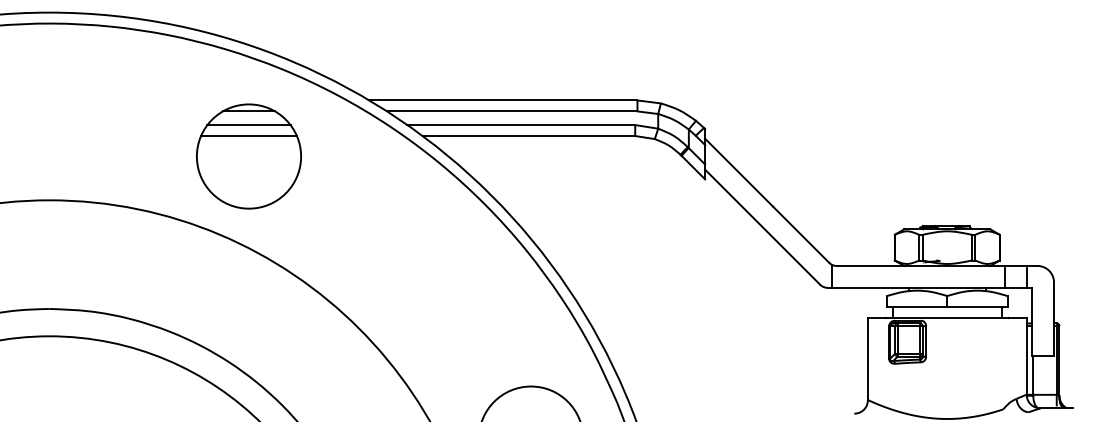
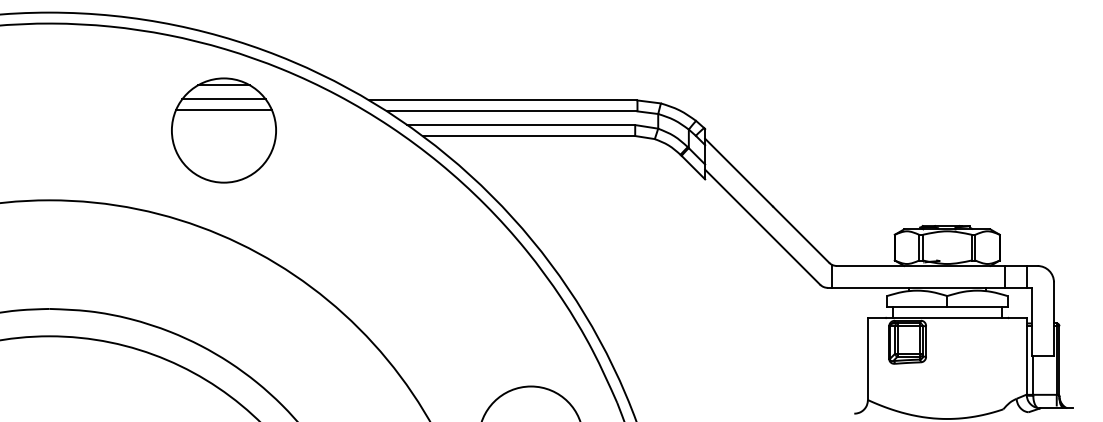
part at (248, 156) position: (248, 156) -> (223, 130)
